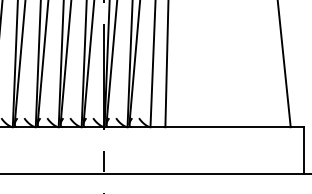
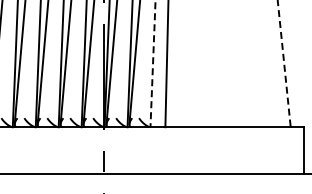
line at (153, 63): solid -> dashed
line at (284, 63): solid -> dashed
